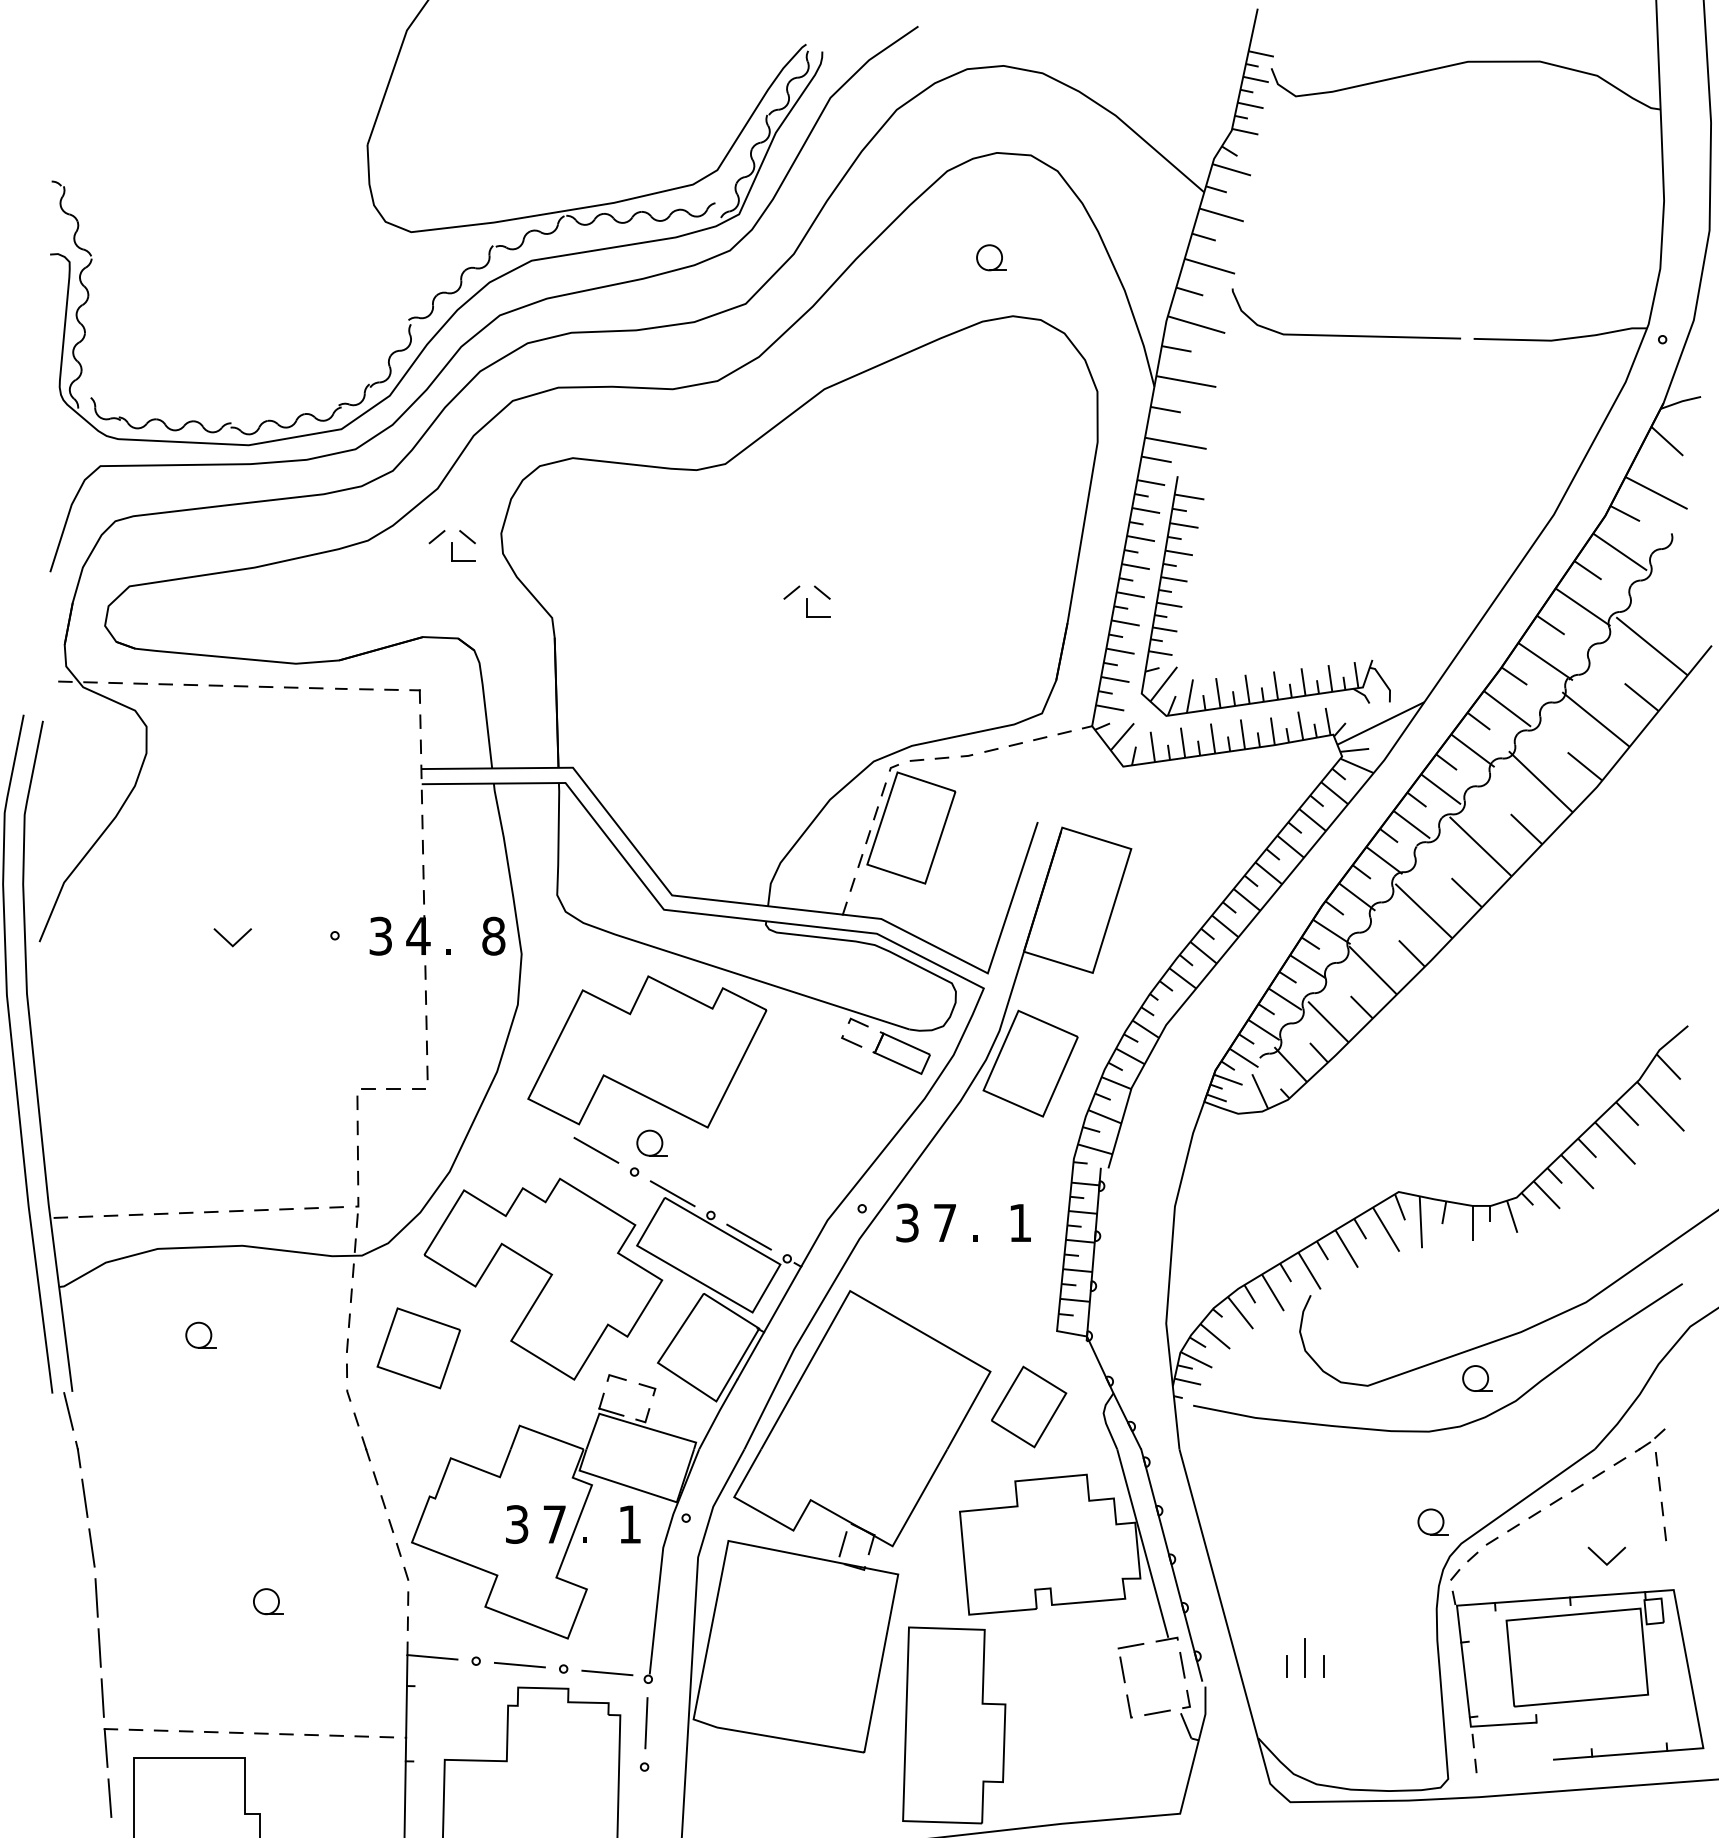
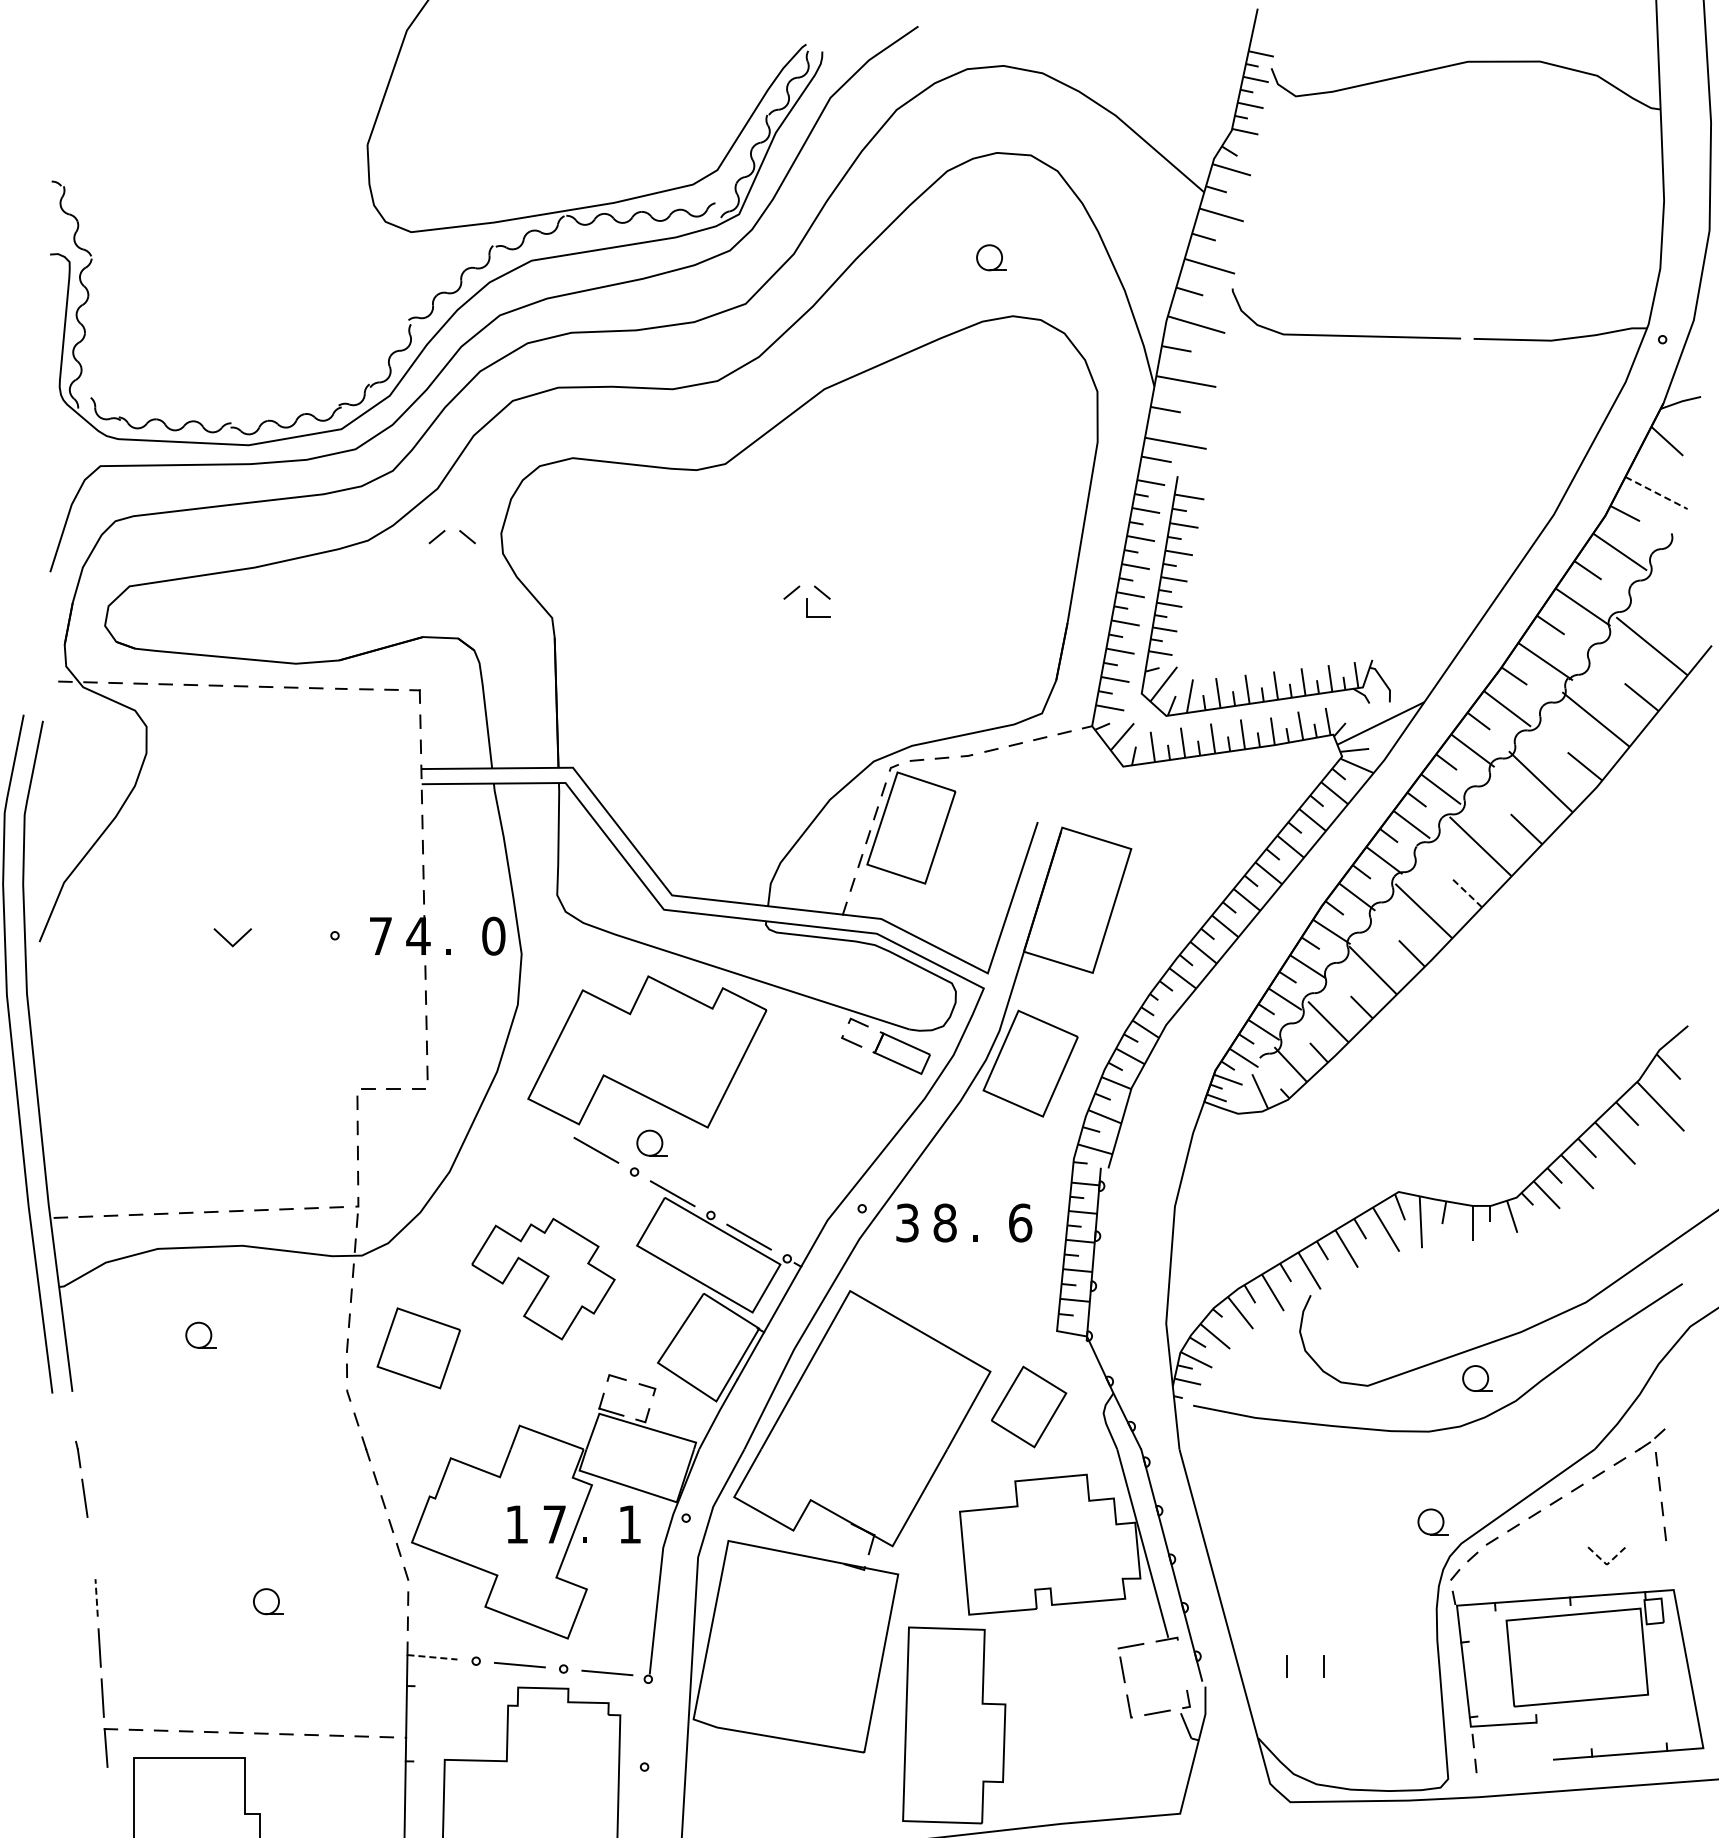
line at (1656, 493): solid -> dashed
part at (463, 560): present -> none
line at (1466, 892): solid -> dashed
text at (380, 935): 3 -> 7
text at (493, 936): 8 -> 0
text at (944, 1222): 7 -> 8
text at (1020, 1222): 1 -> 6
part at (543, 1278) size: 241x204 px -> 145x124 px
line at (68, 1411): present -> none
text at (517, 1524): 3 -> 1
line at (842, 1544): present -> none
line at (91, 1547): present -> none
line at (1606, 1564): solid -> dashed
line at (96, 1597): solid -> dashed
line at (432, 1657): solid -> dashed
line at (1305, 1658): present -> none
line at (1182, 1664): present -> none
line at (646, 1723): present -> none
line at (109, 1797): present -> none
